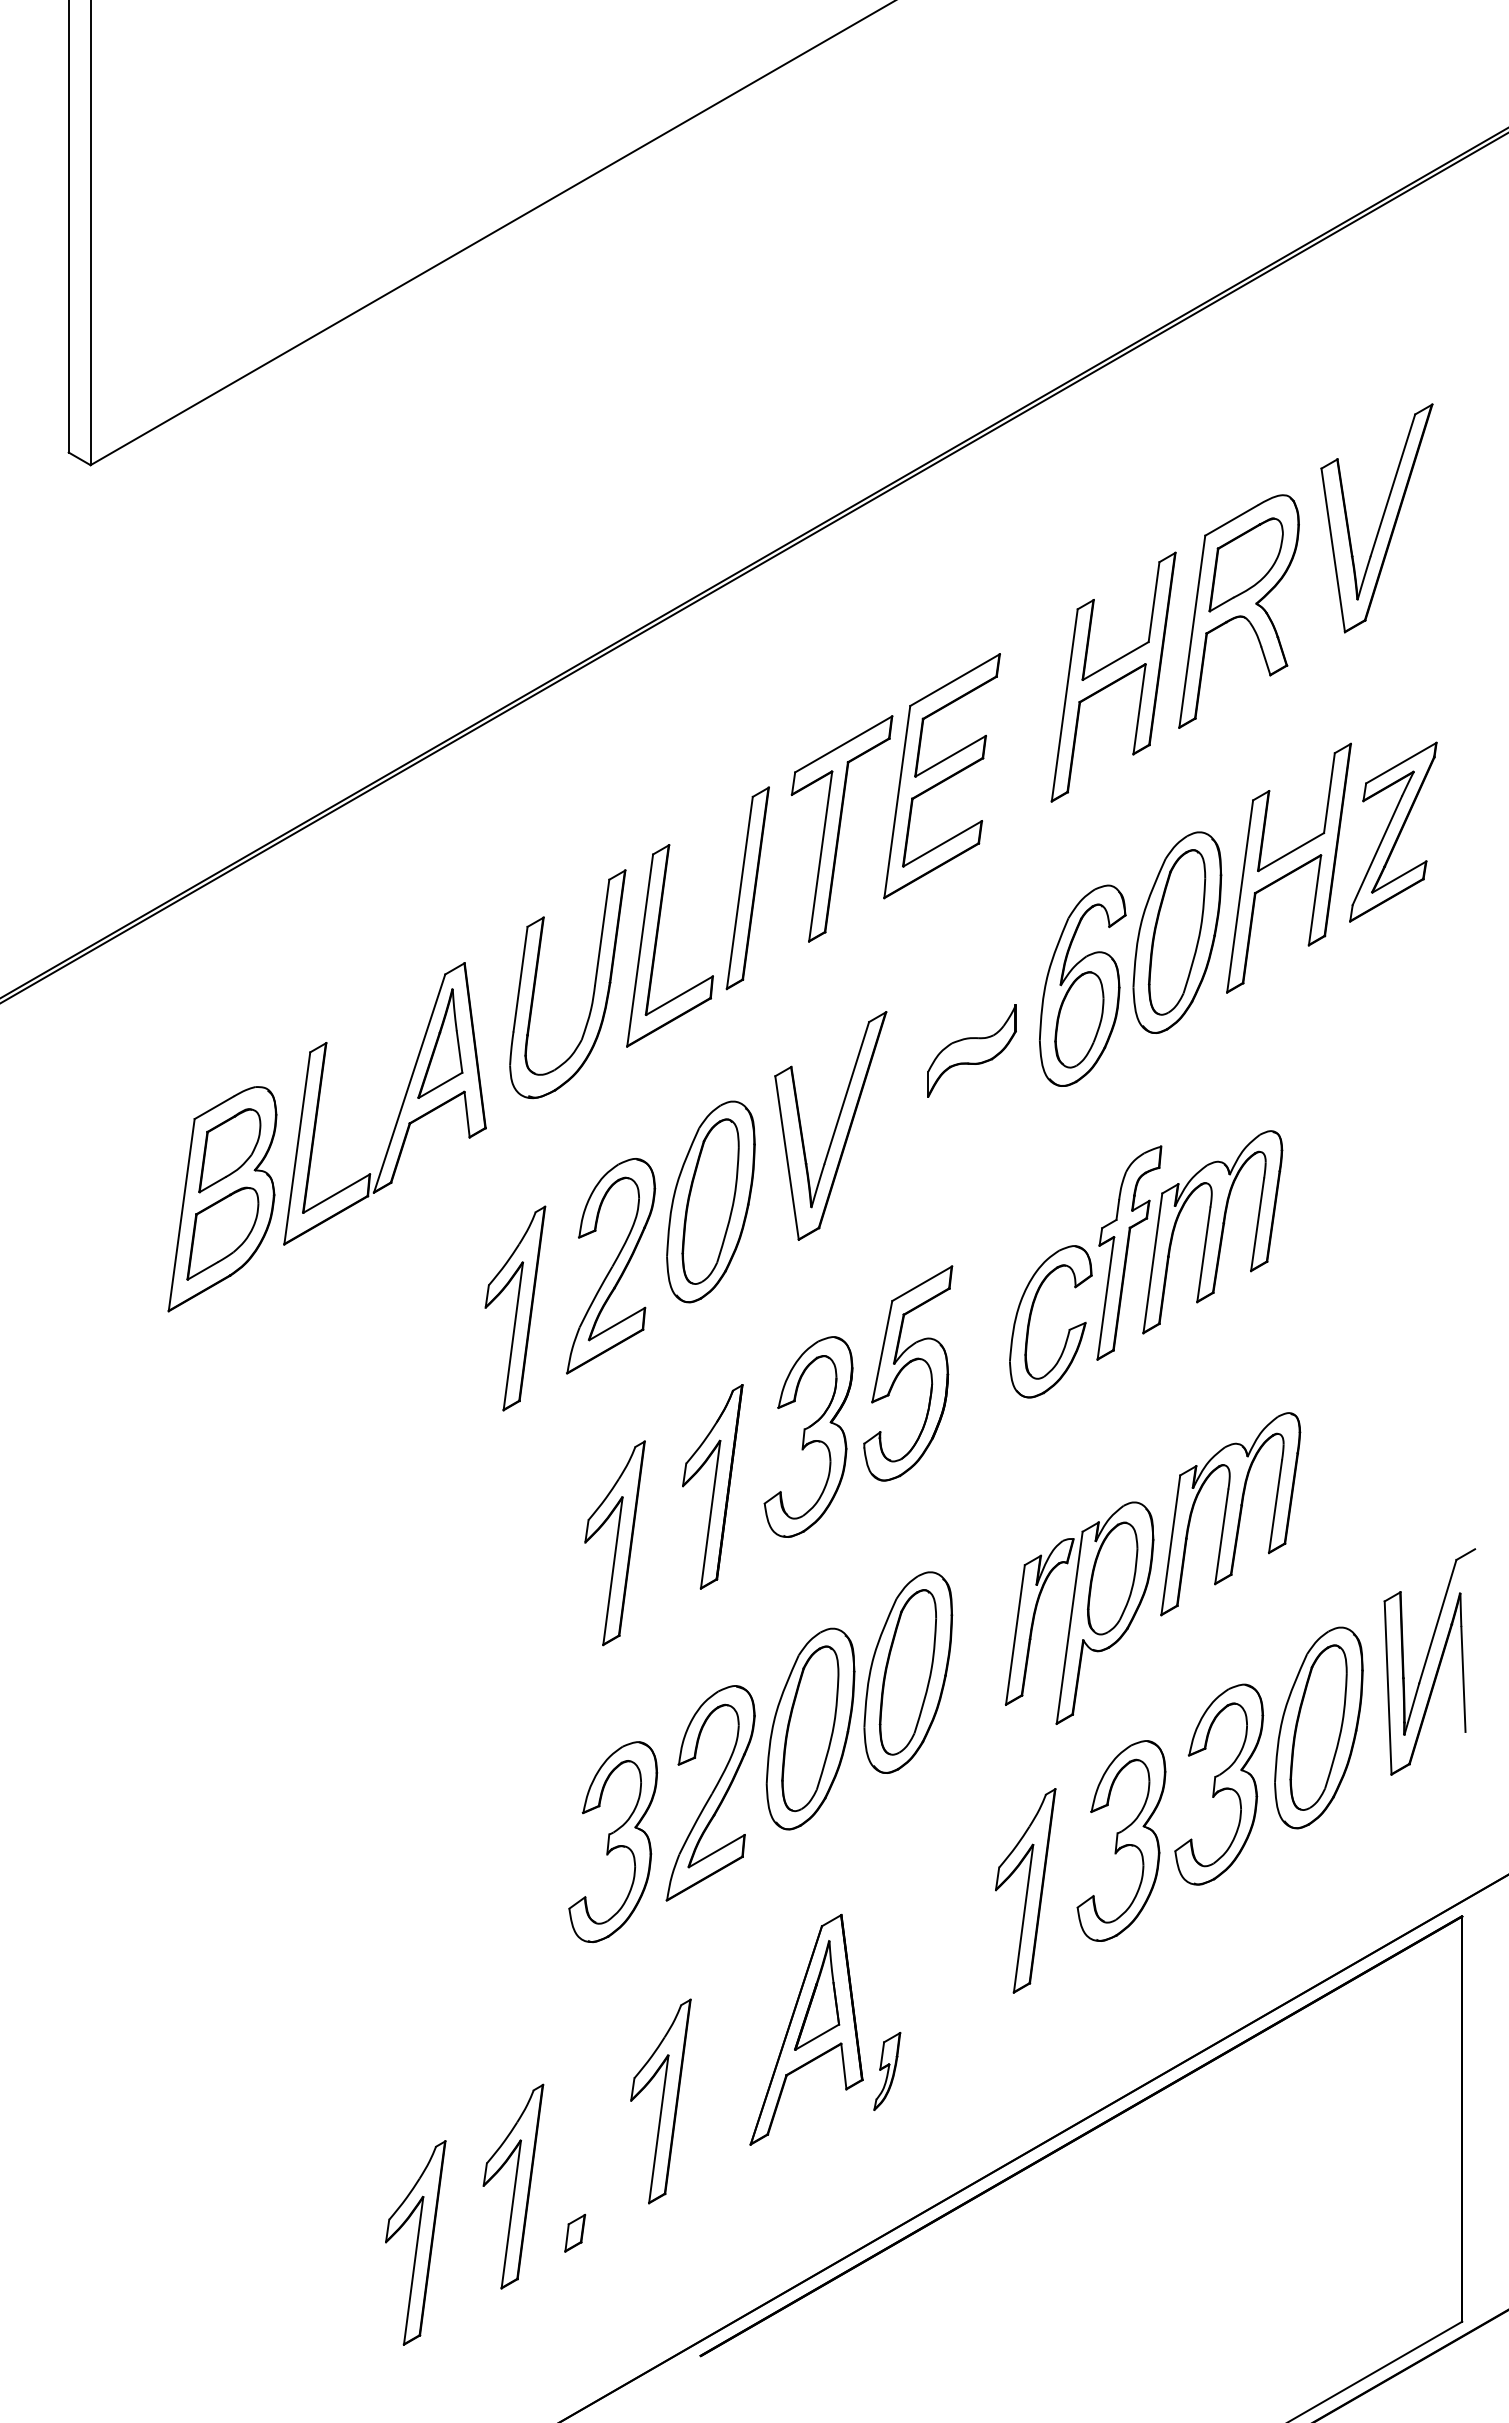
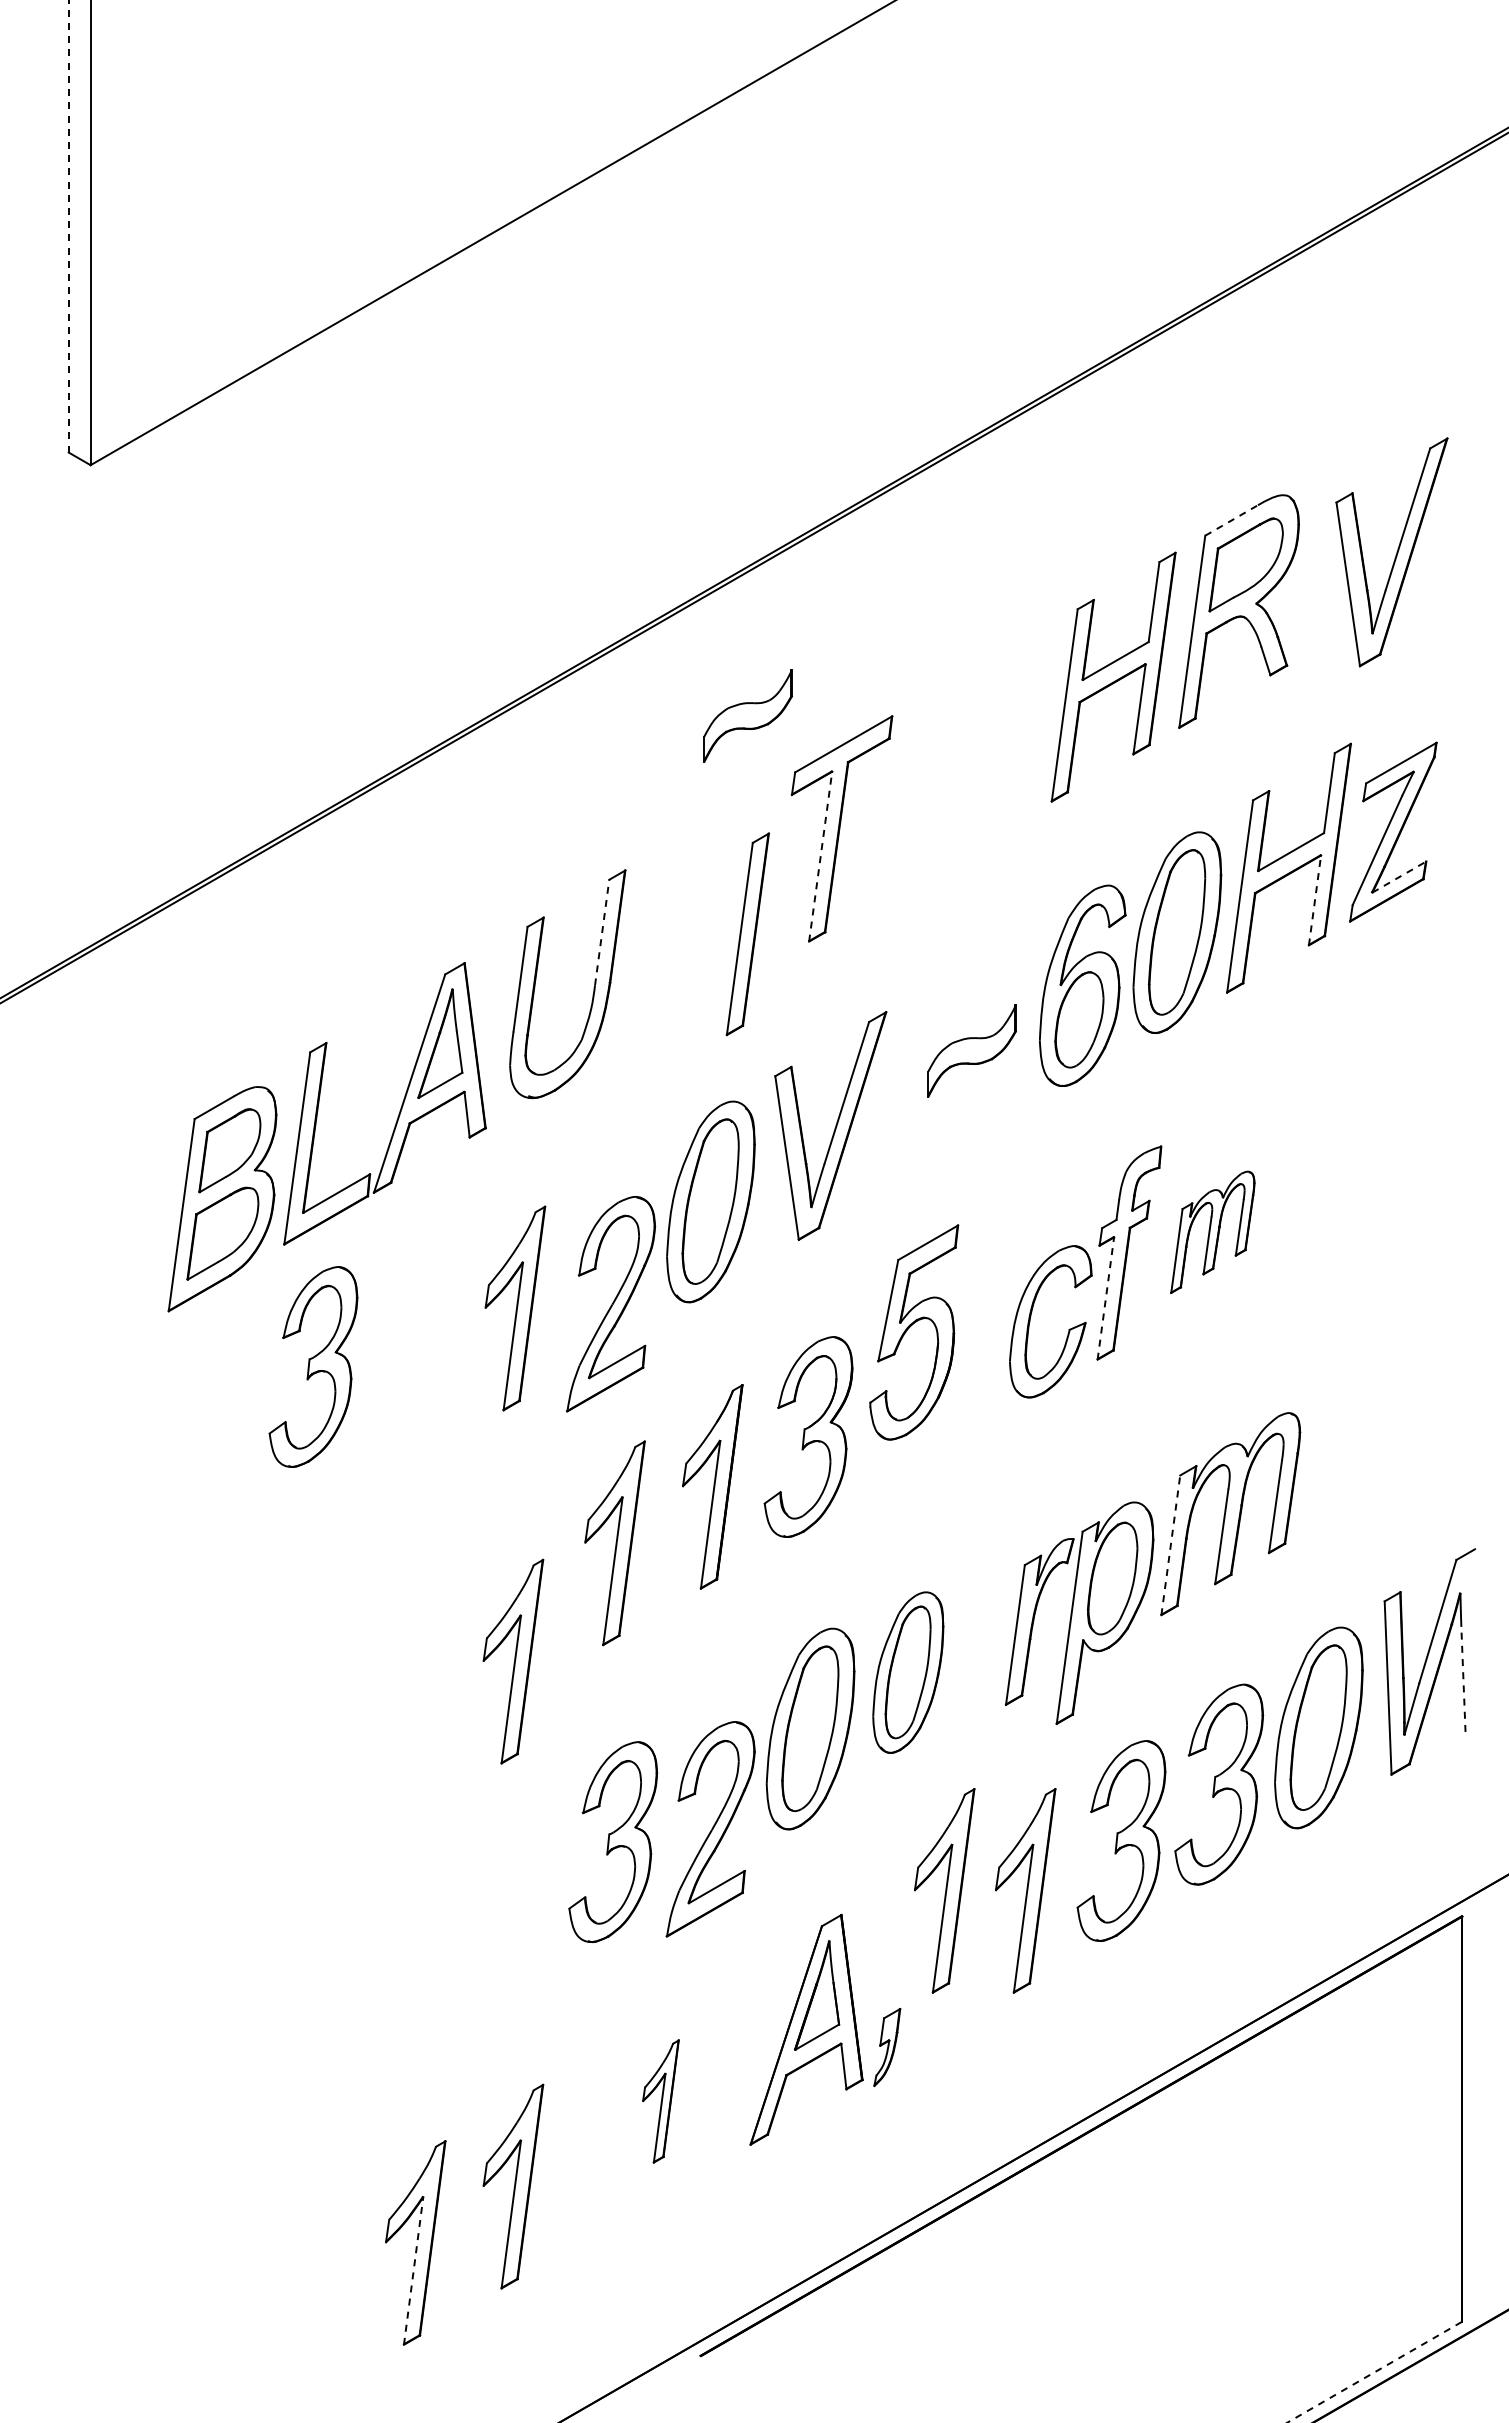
line at (68, 226): solid -> dashed
part at (1376, 518) position: (1376, 518) -> (1391, 552)
line at (1232, 520): solid -> dashed
part at (747, 715): none -> present
part at (941, 776): present -> none
line at (820, 856): solid -> dashed
line at (1399, 876): solid -> dashed
part at (747, 888) position: (747, 888) -> (747, 934)
line at (1315, 900): solid -> dashed
line at (602, 932): solid -> dashed
part at (657, 941): present -> none
part at (1212, 1232) size: 142x205 px -> 86x124 px
part at (611, 1266) position: (611, 1266) -> (611, 1304)
line at (1105, 1298): solid -> dashed
part at (313, 1366): none -> present
part at (904, 1368) position: (904, 1368) -> (910, 1327)
line at (1170, 1545): solid -> dashed
part at (513, 1661): none -> present
part at (908, 1672) size: 91x203 px -> 73x163 px
line at (1463, 1679): solid -> dashed
part at (710, 1793) position: (710, 1793) -> (710, 1829)
part at (944, 1890): none -> present
part at (887, 2071) position: (887, 2071) -> (887, 2047)
part at (660, 2101) size: 62x207 px -> 38x125 px
part at (575, 2232): present -> none
line at (413, 2270): solid -> dashed
line at (1374, 2372): solid -> dashed
